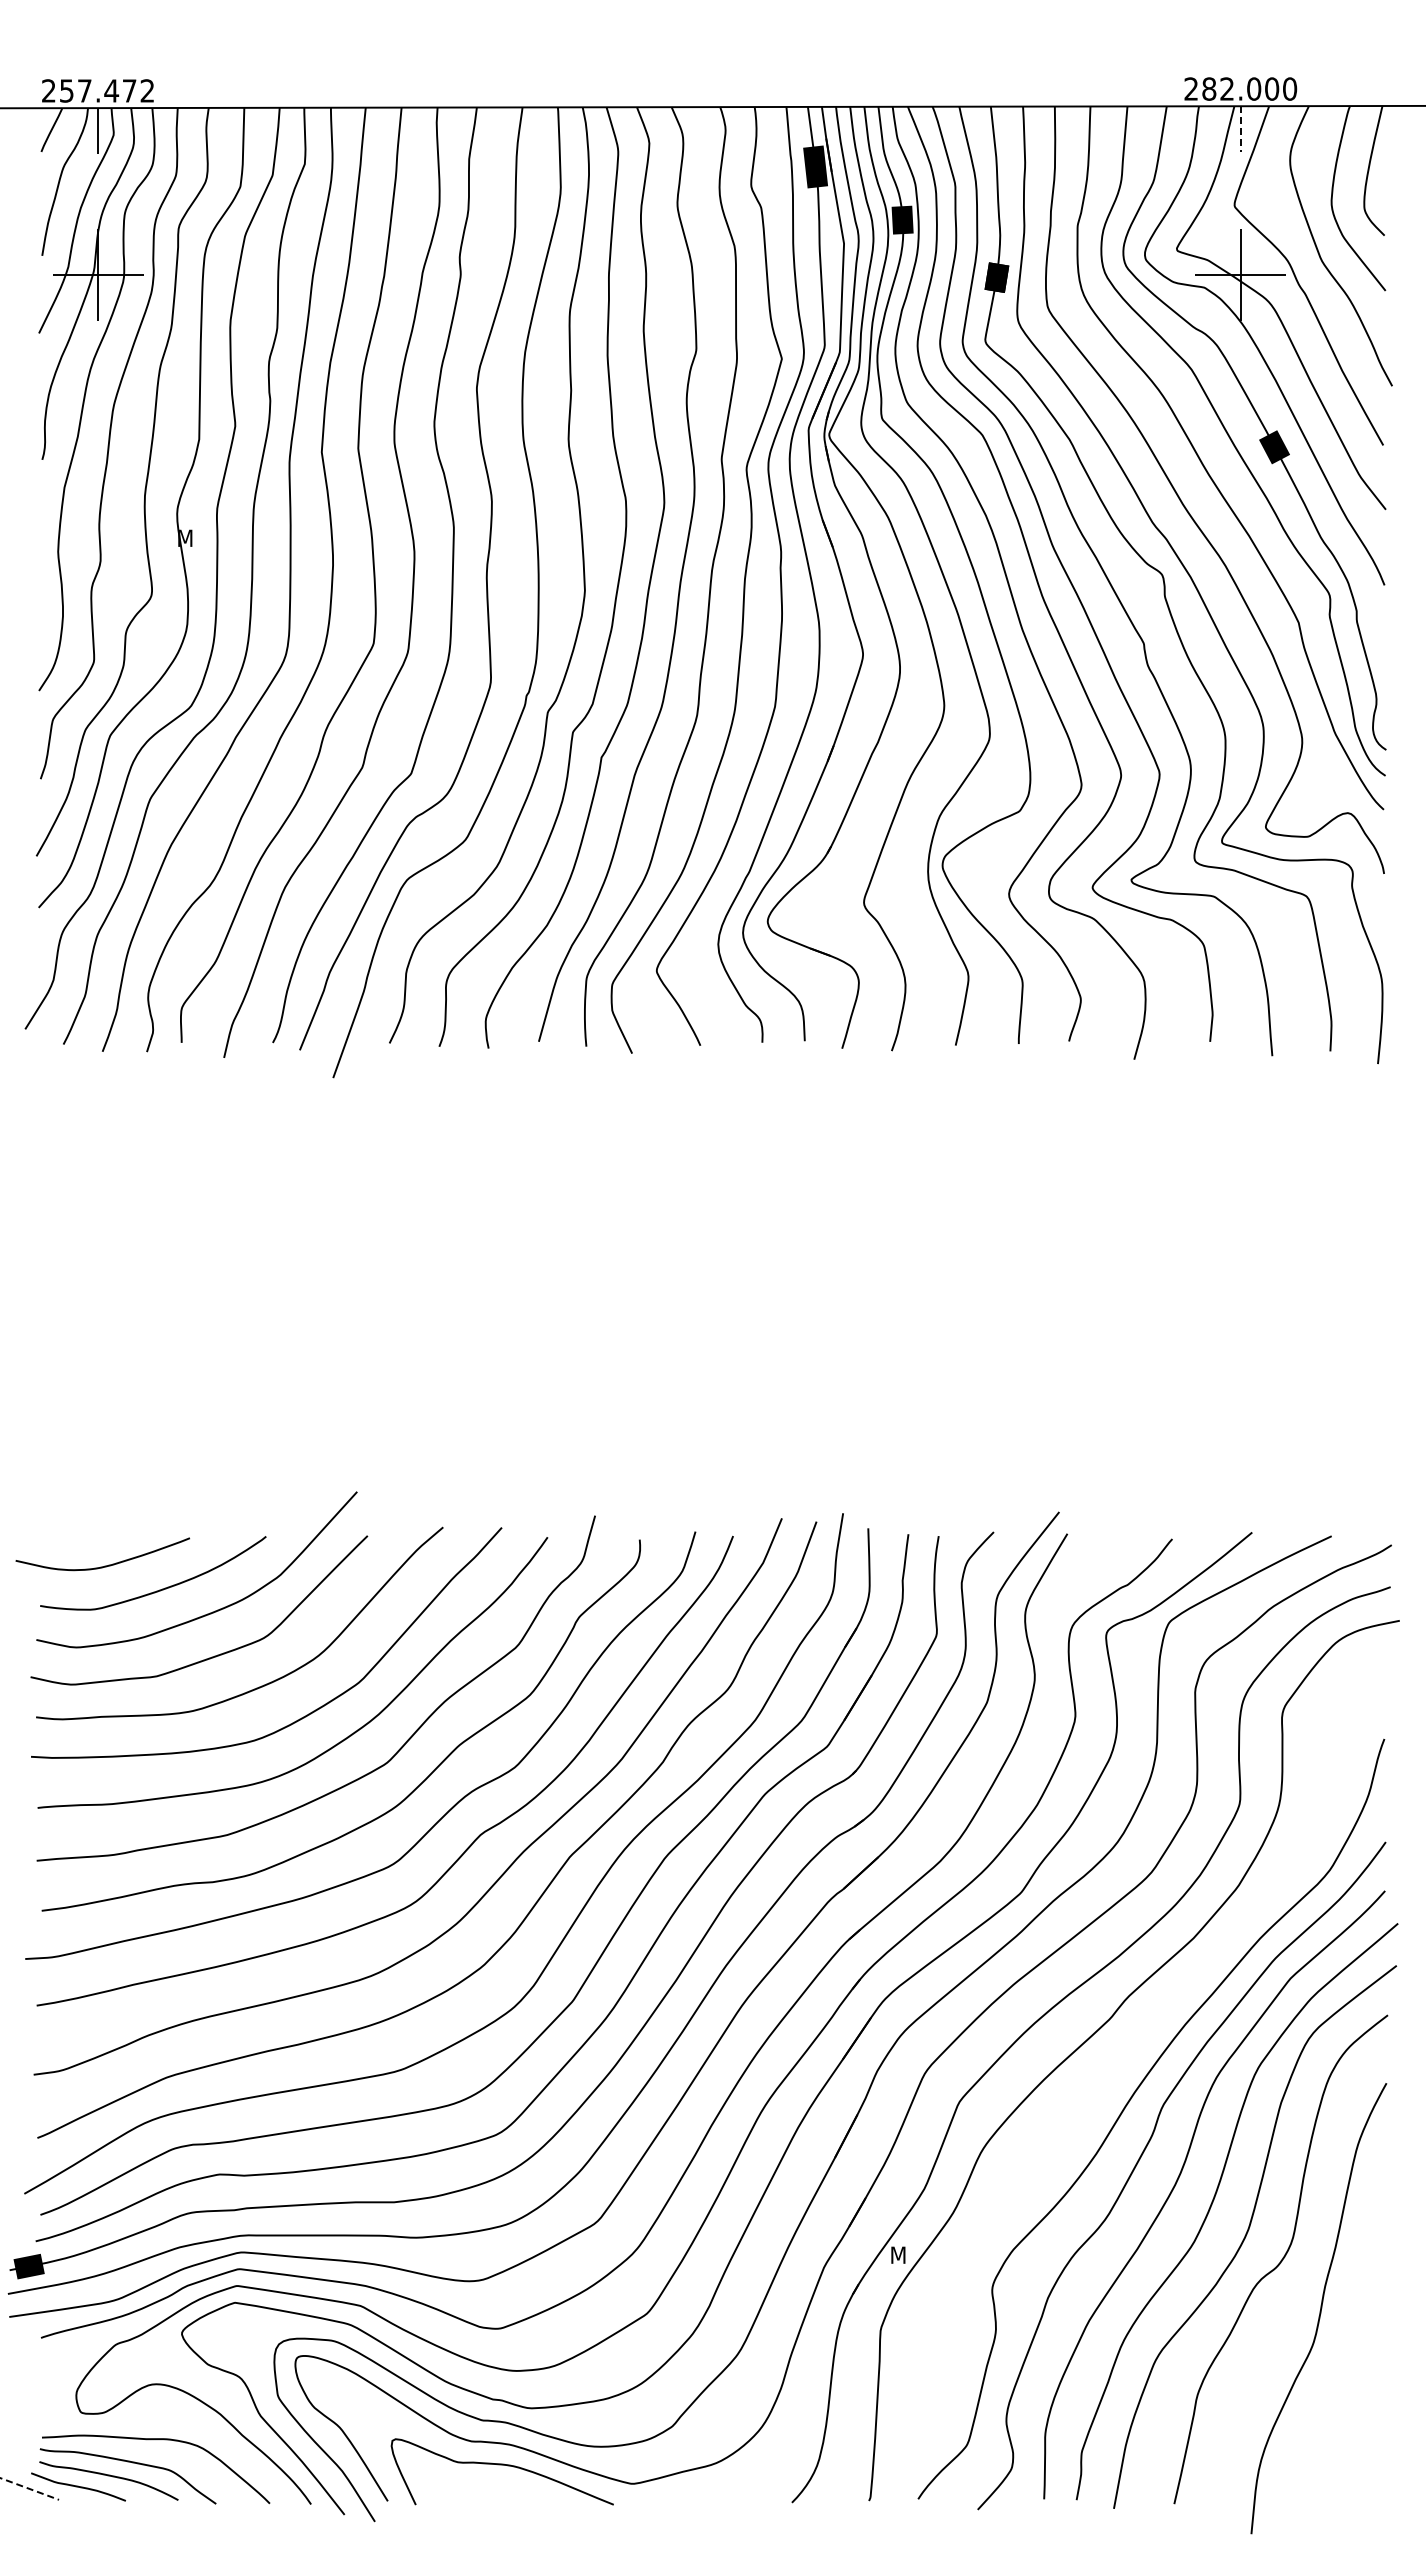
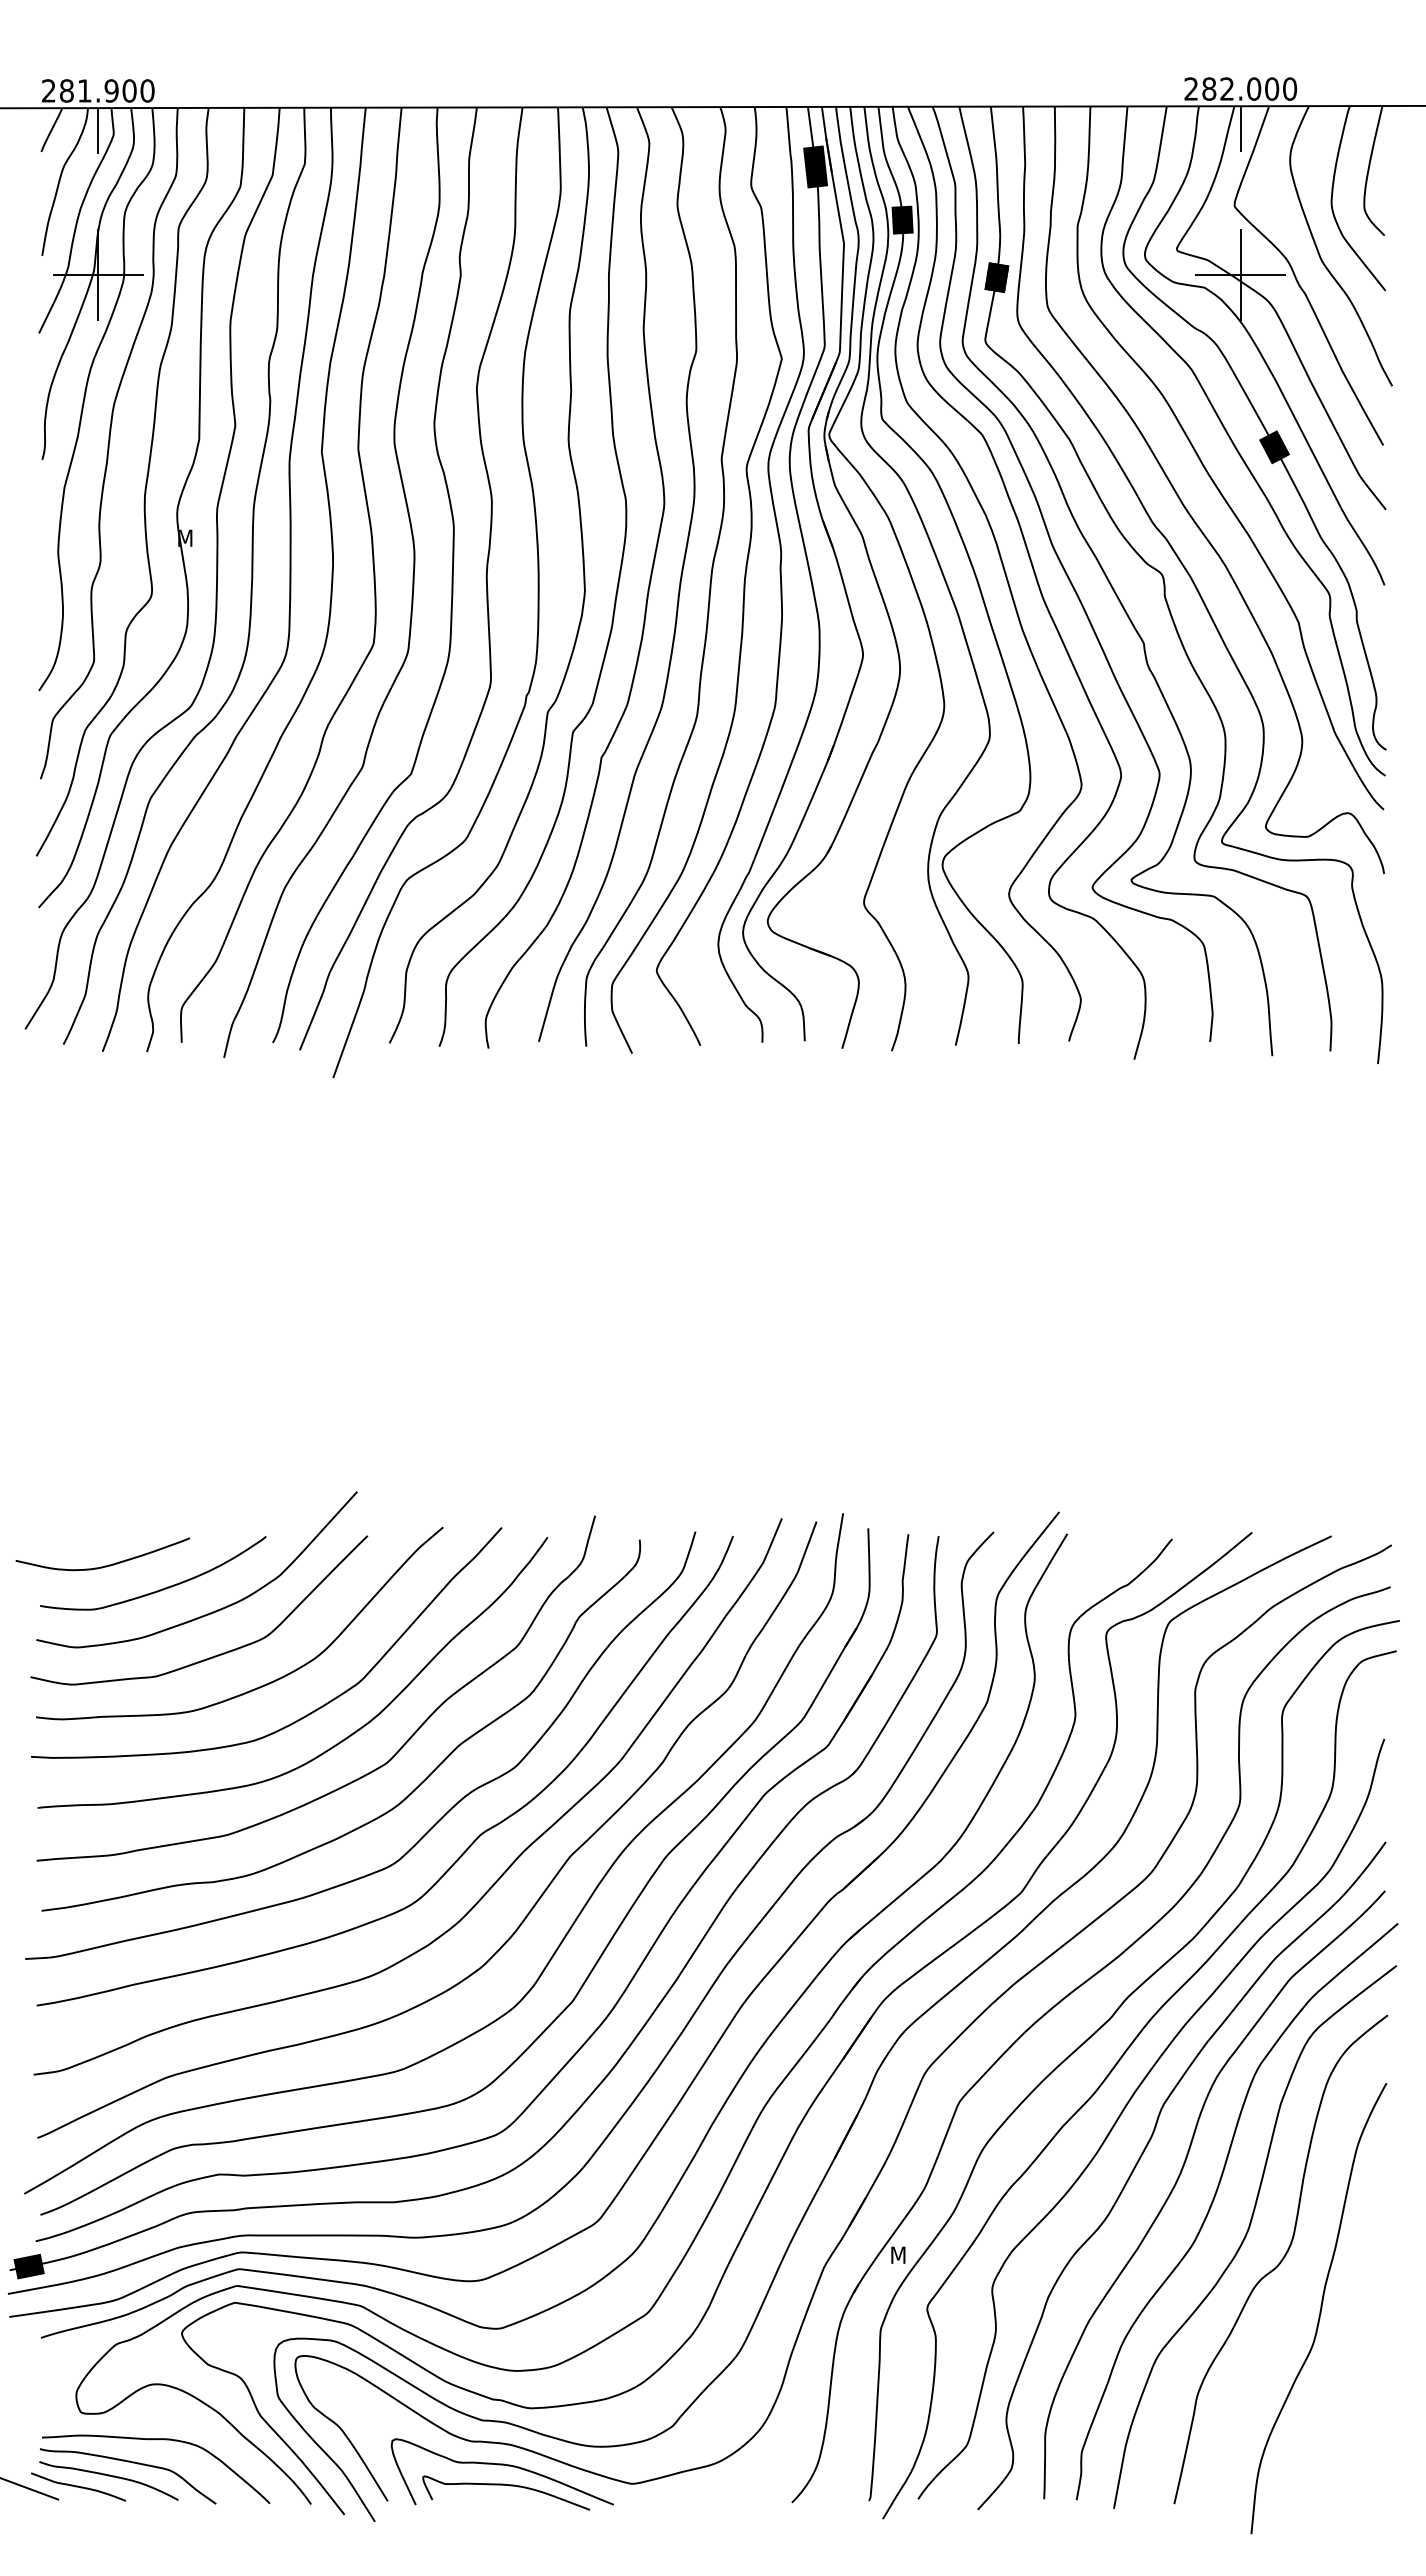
text at (107, 90): 257.472 -> 281.900
line at (1240, 129): dashed -> solid
curve at (1115, 2067): none -> present
curve at (509, 2486): none -> present
line at (30, 2489): dashed -> solid
